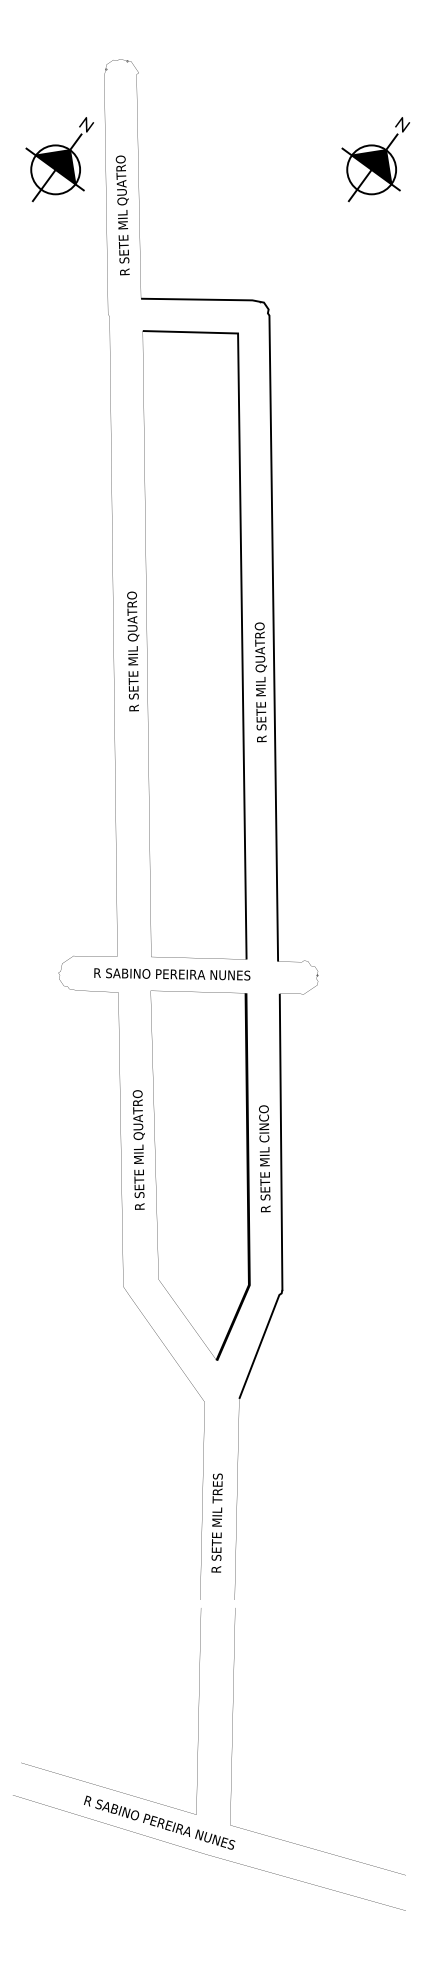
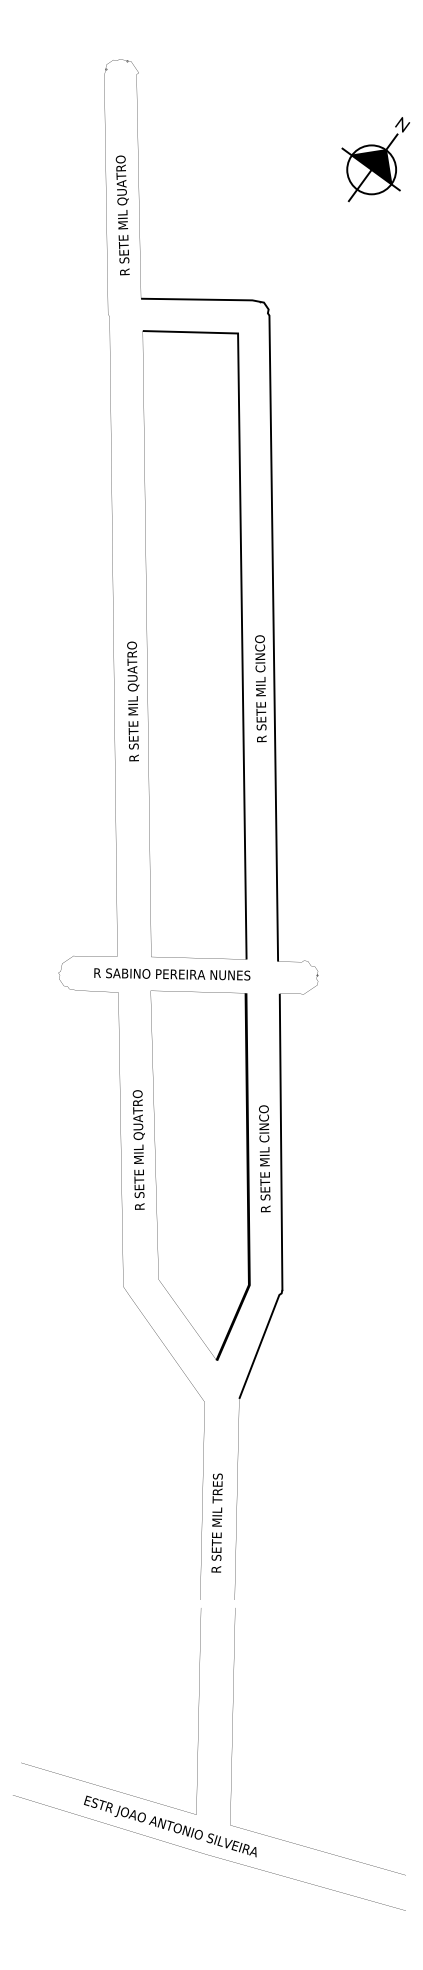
part at (59, 159): present -> none
text at (260, 644): R SETE MIL QUATRO -> R SETE MIL CINCO
text at (133, 651) position: (133, 651) -> (133, 701)
text at (170, 1826): R SABINO PEREIRA NUNES -> ESTR JOAO ANTONIO SILVEIRA
